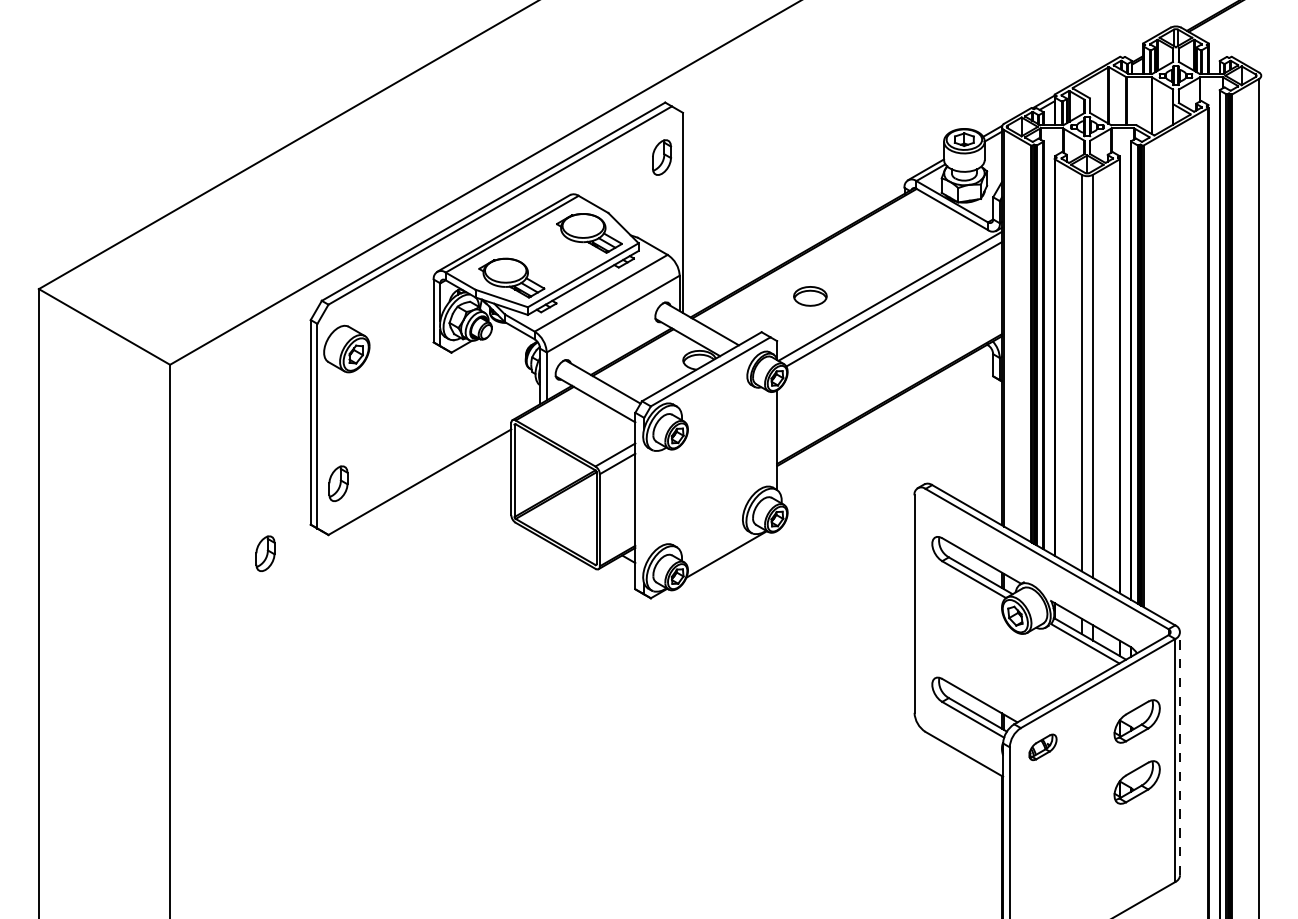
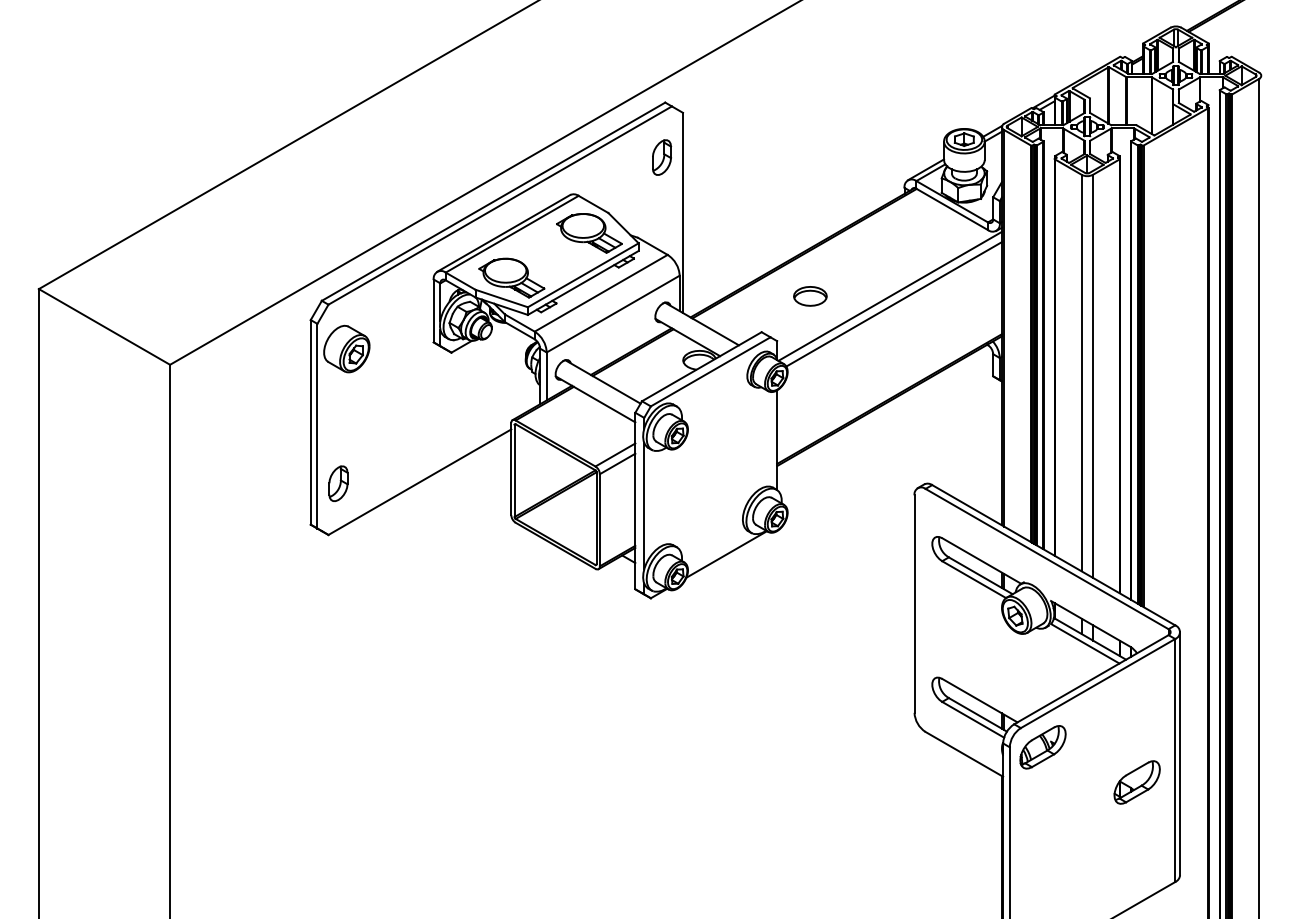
line at (644, 505): none -> present
part at (265, 553): present -> none
part at (1136, 721): present -> none
part at (1042, 746) size: 30x28 px -> 48x45 px
line at (1180, 753): dashed -> solid
